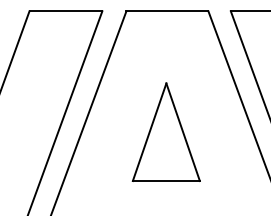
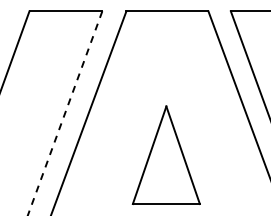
line at (65, 113): solid -> dashed
part at (165, 131) position: (165, 131) -> (165, 154)
